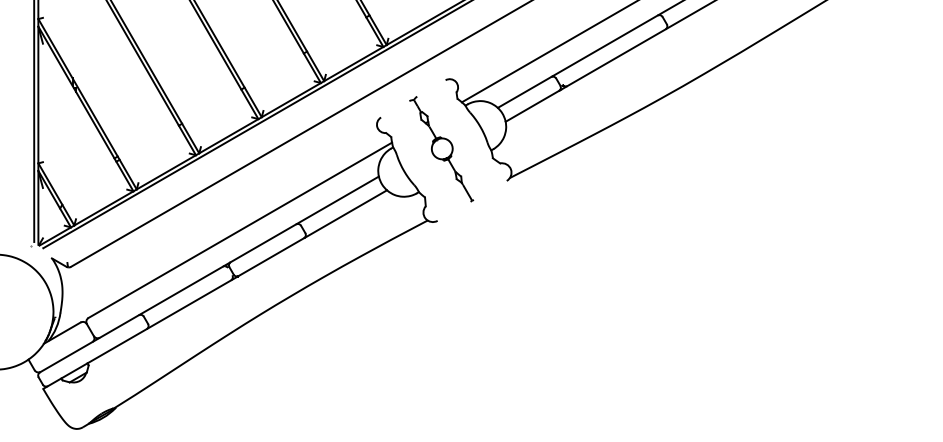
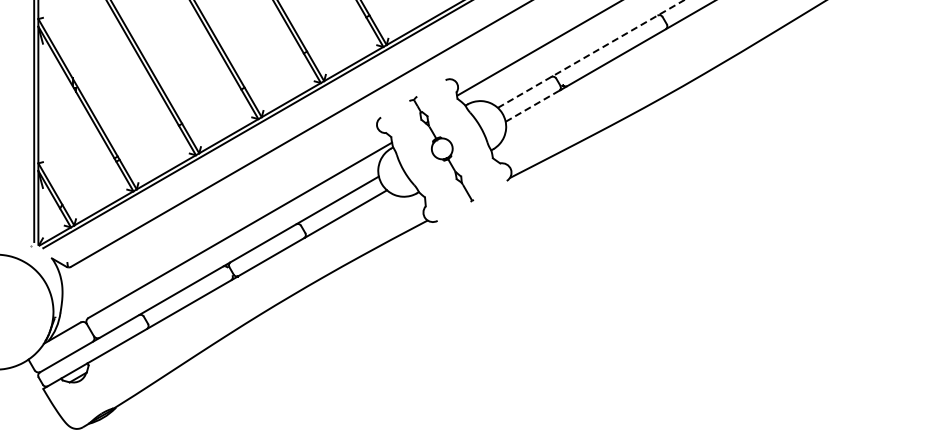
line at (548, 52) position: (548, 52) -> (538, 48)
line at (591, 53): solid -> dashed
line at (532, 106): solid -> dashed
